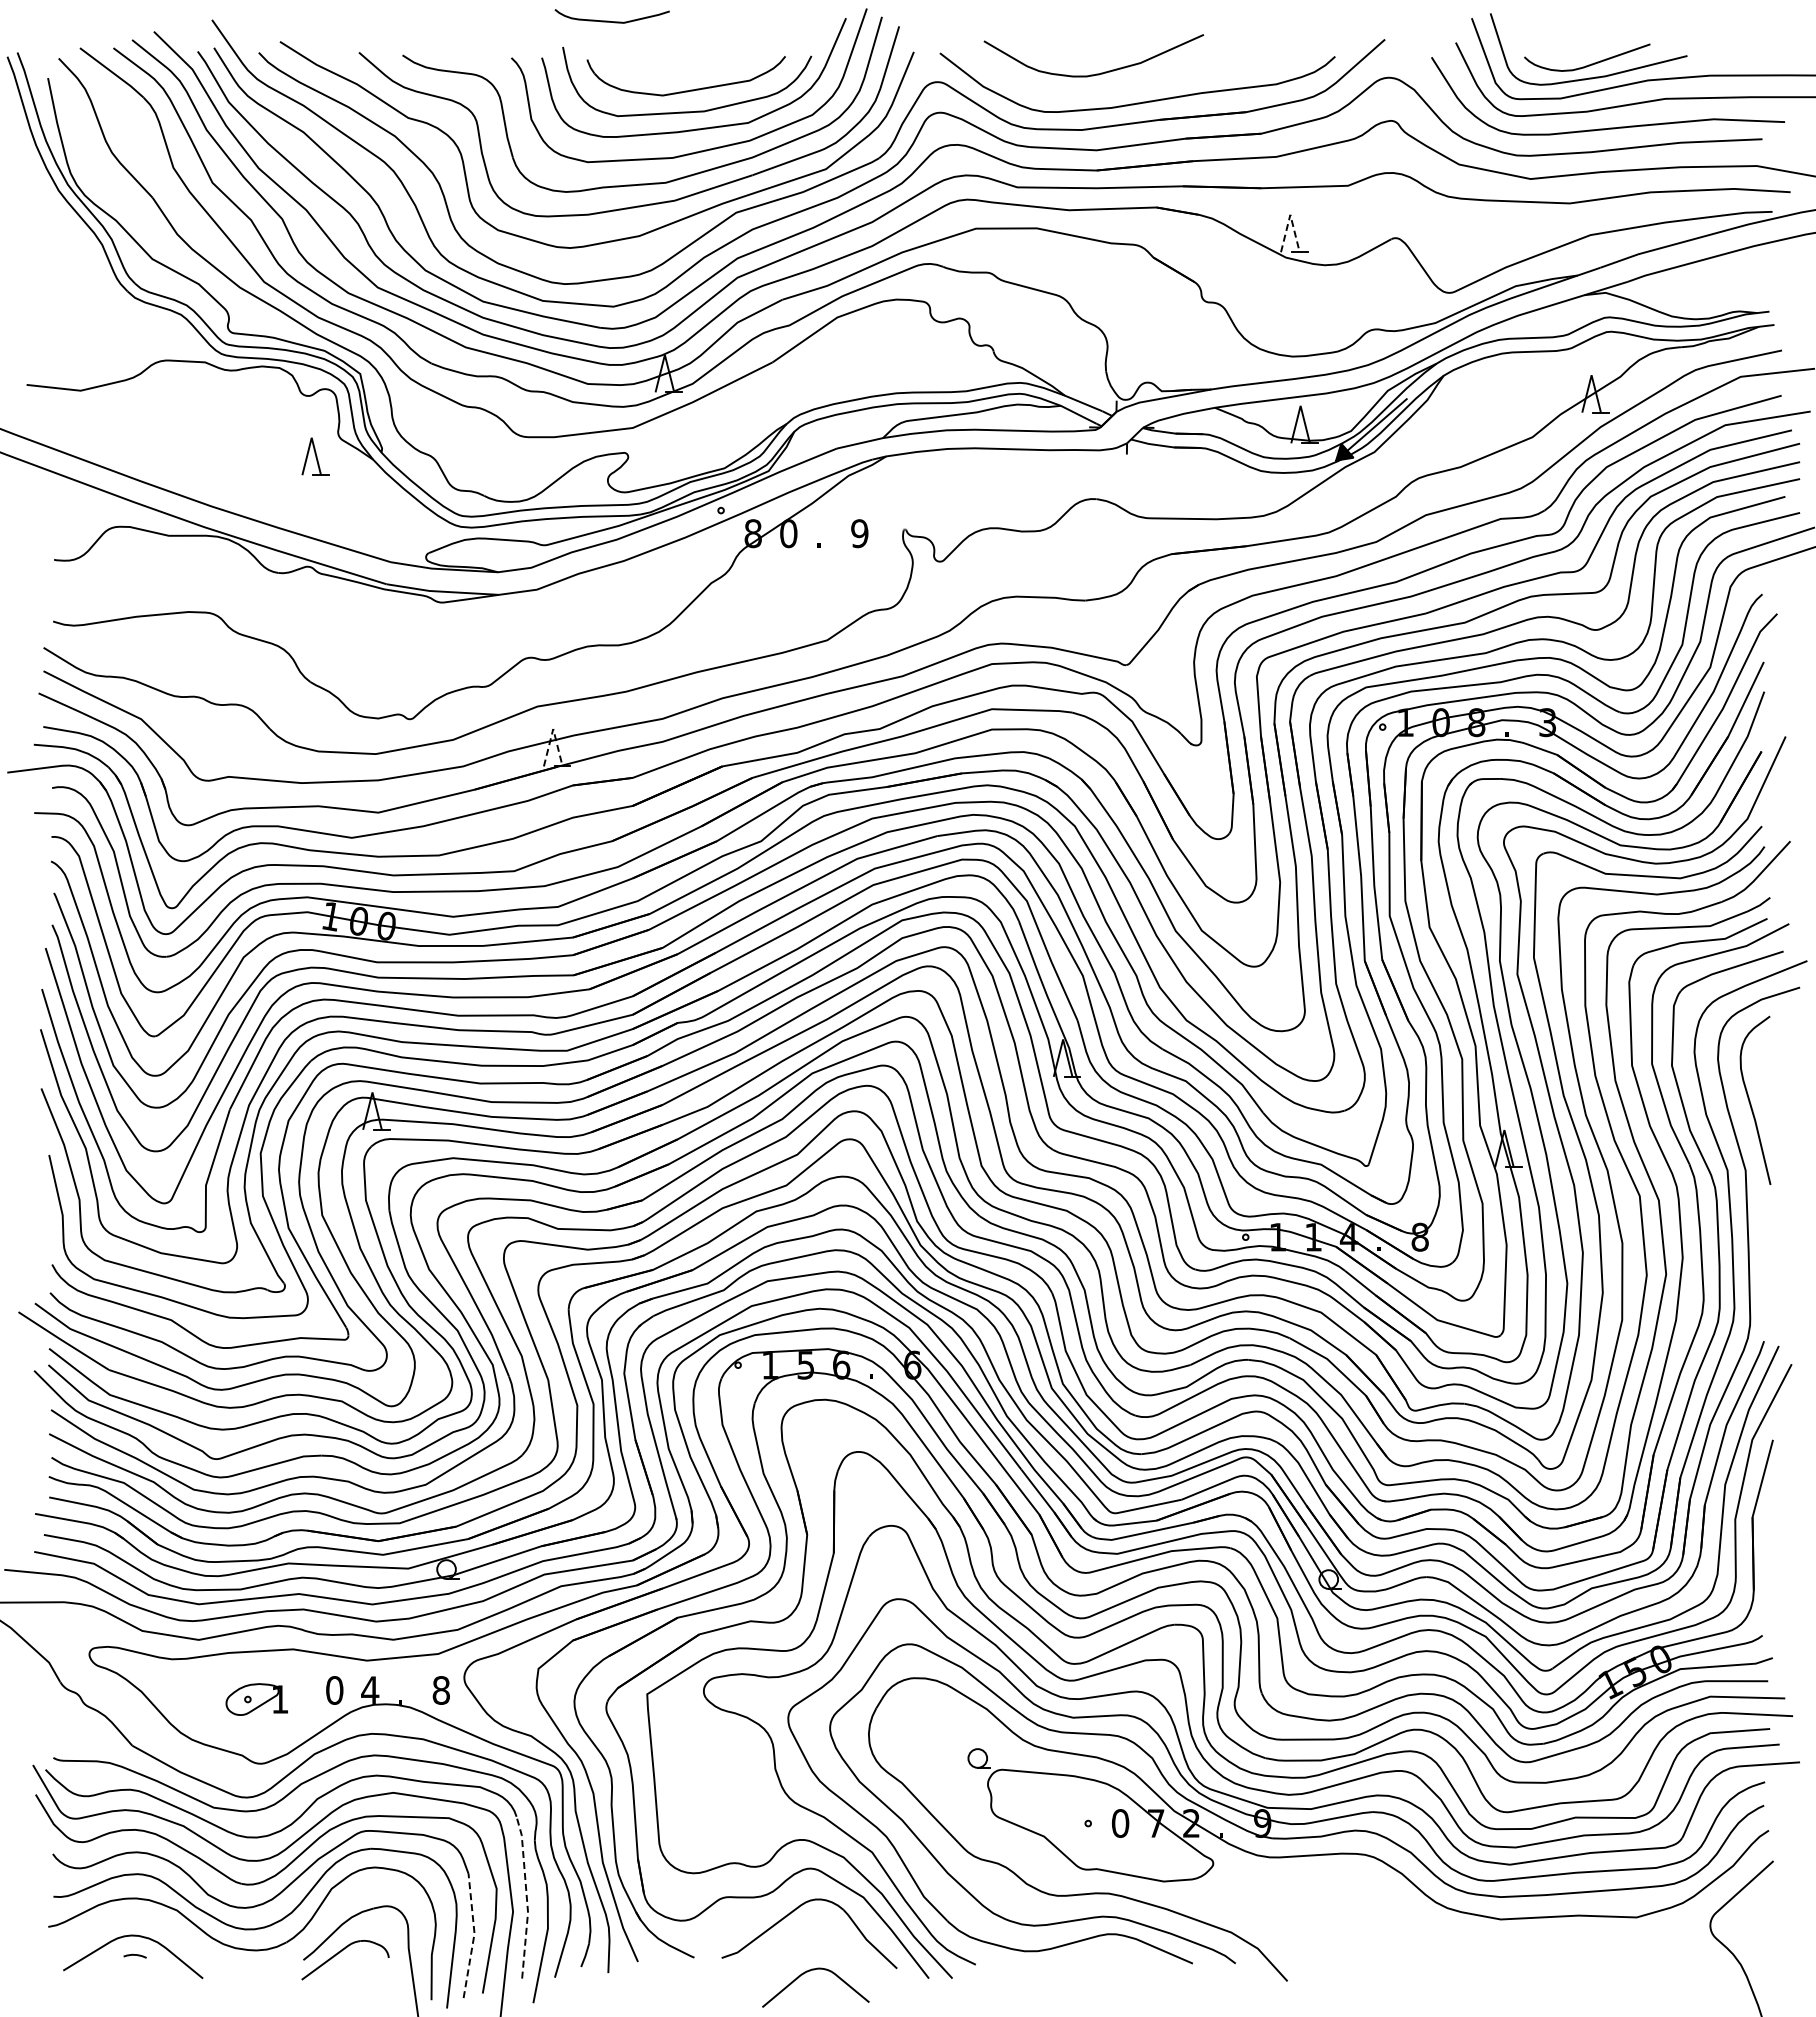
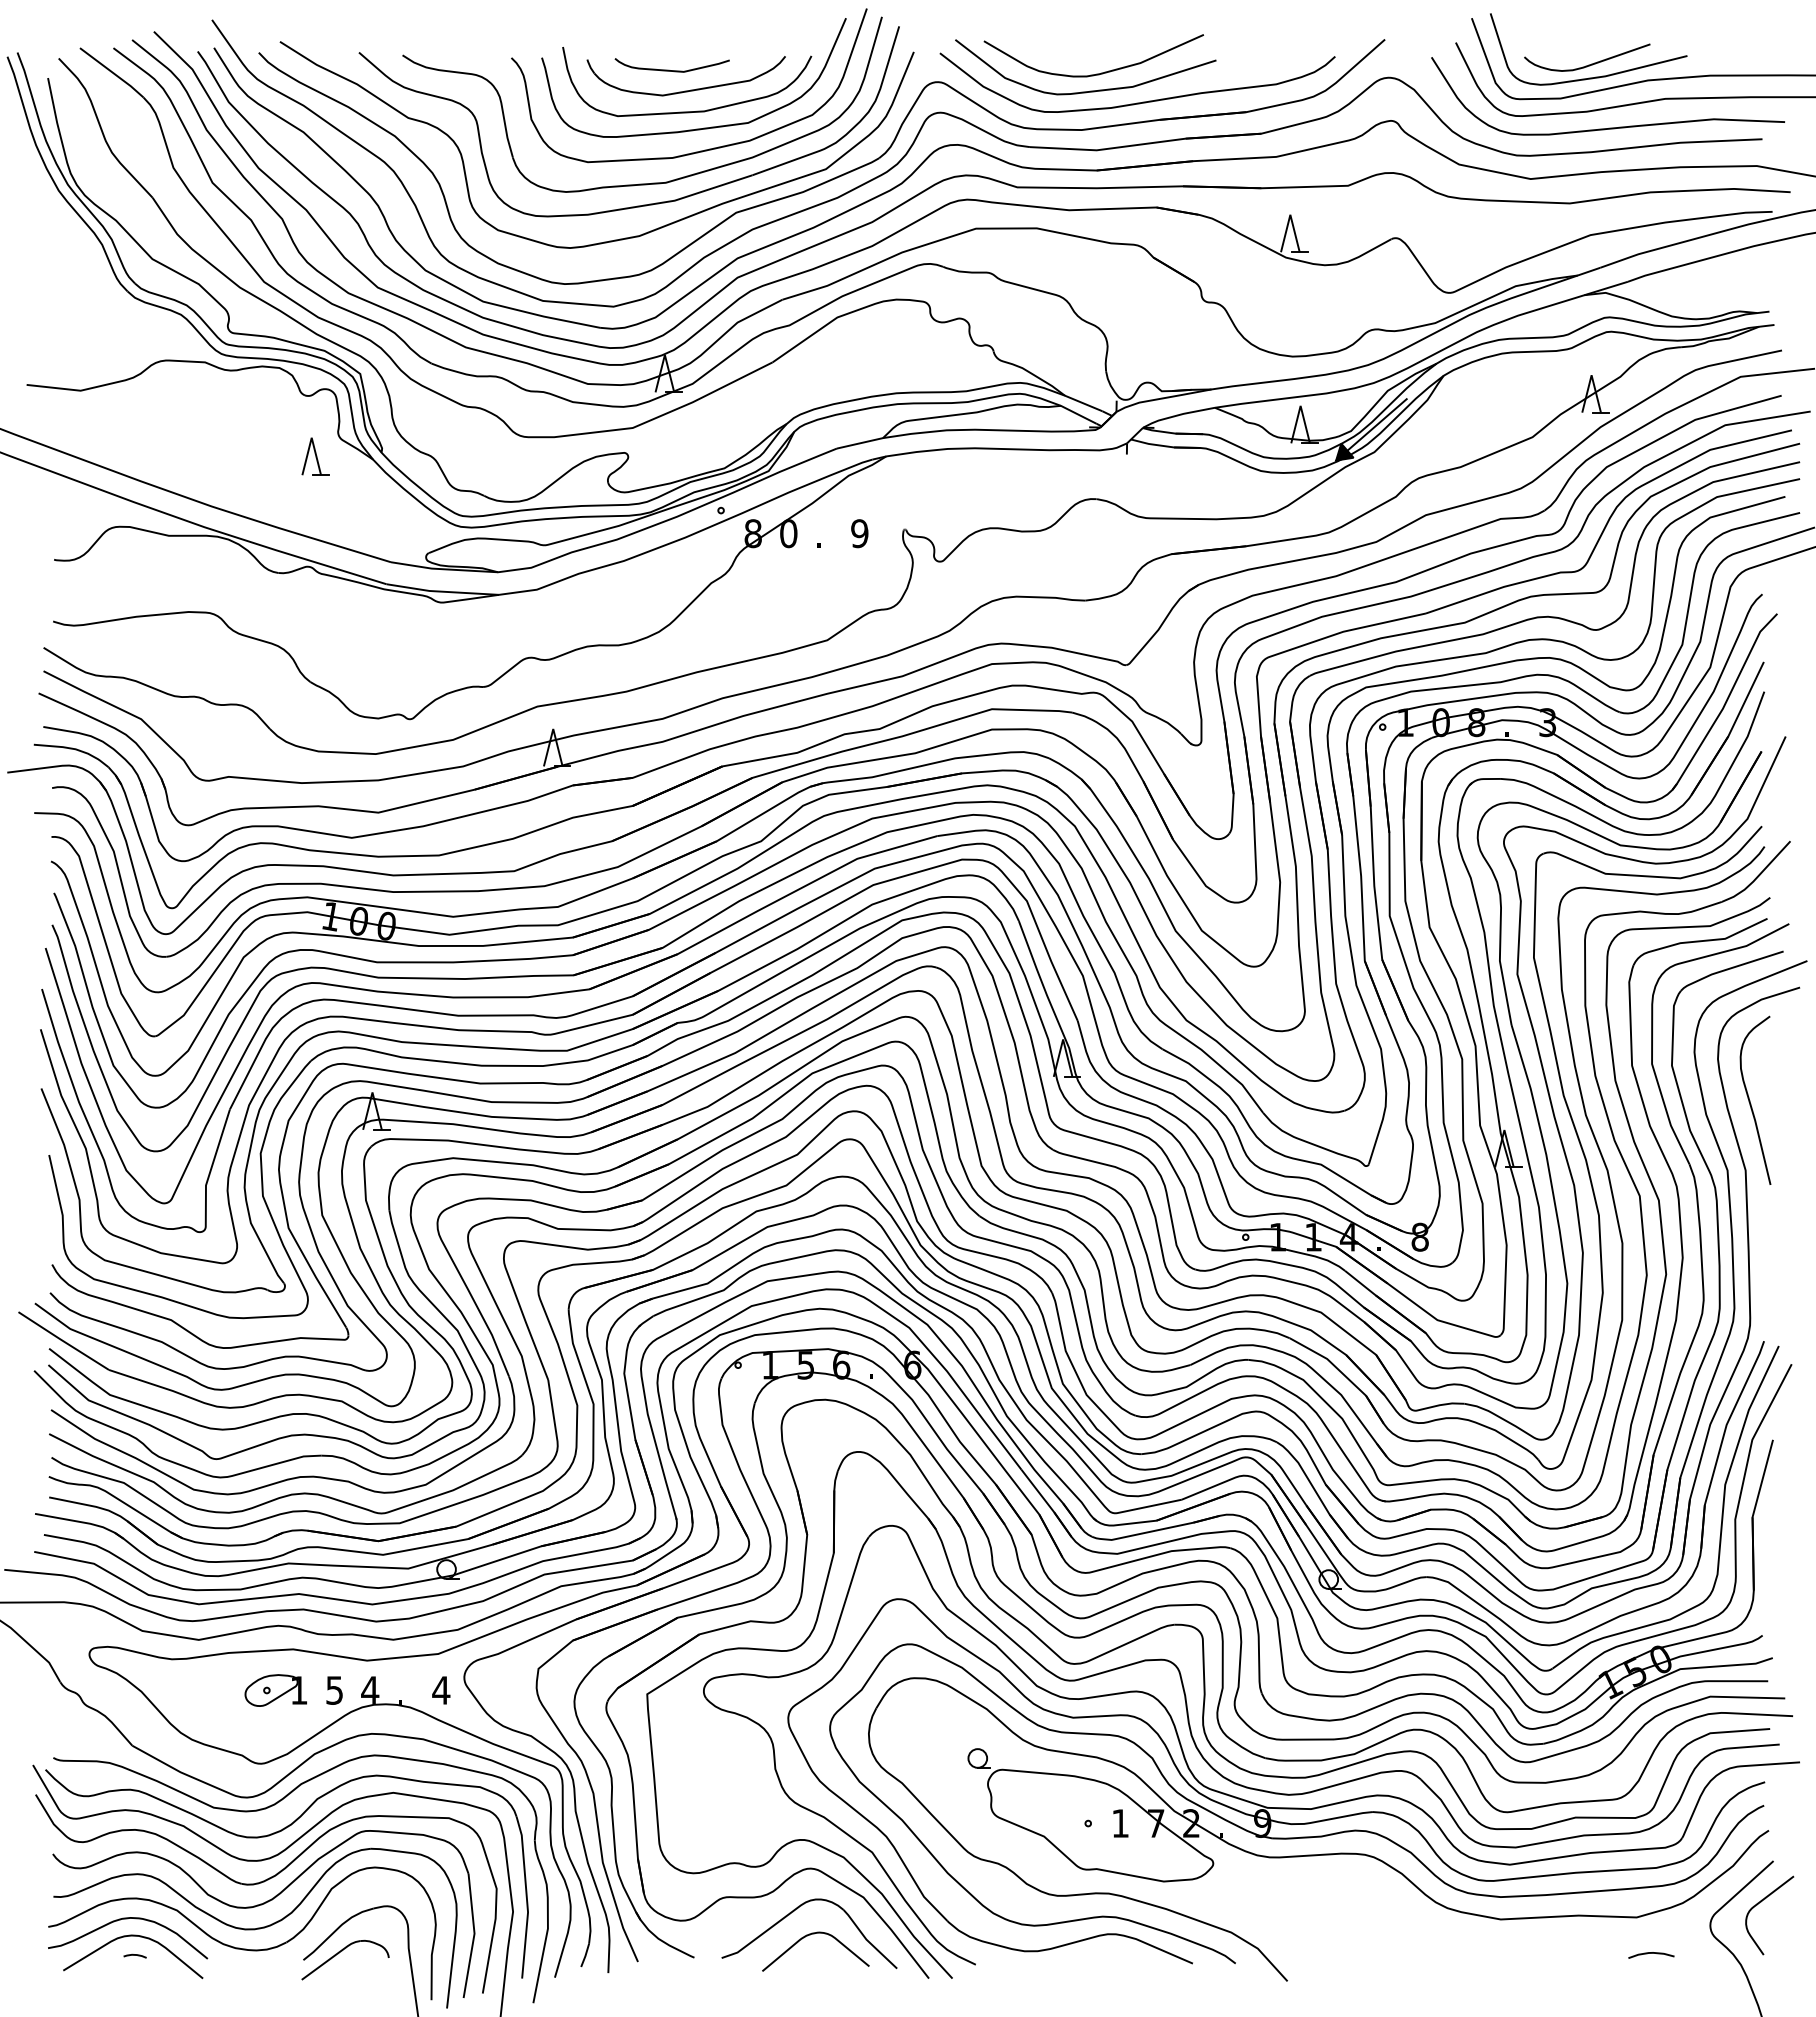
curve at (609, 20) position: (609, 20) -> (669, 69)
curve at (1089, 90): none -> present
line at (1290, 214): dashed -> solid
line at (553, 729): dashed -> solid
text at (334, 1690): 0 -> 5
text at (441, 1690): 8 -> 4
part at (256, 1699) position: (256, 1699) -> (275, 1690)
text at (1120, 1823): 0 -> 1
line at (526, 1896): dashed -> solid
curve at (1761, 1902): none -> present
curve at (127, 1919): none -> present
line at (474, 1935): dashed -> solid
curve at (1651, 1953): none -> present
curve at (810, 1971) position: (810, 1971) -> (810, 1935)
